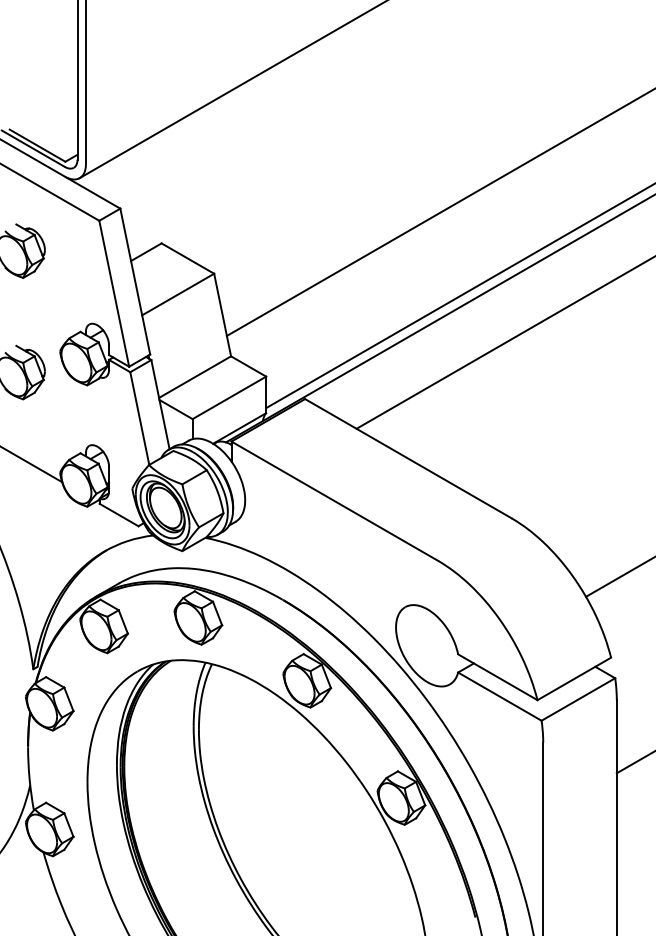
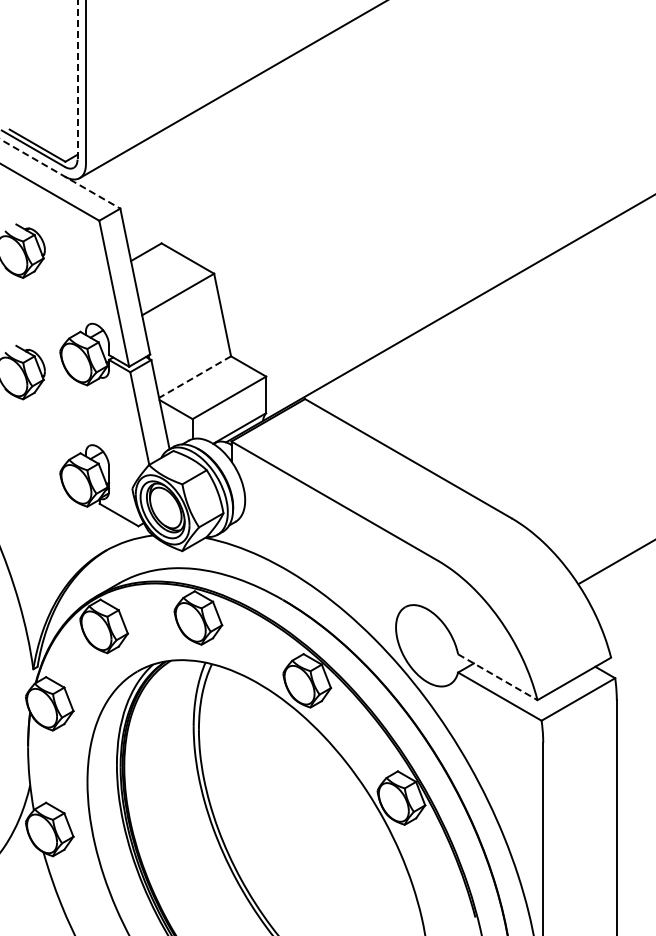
line at (77, 79): solid -> dashed
line at (60, 174): solid -> dashed
line at (439, 212): present -> none
line at (459, 296): present -> none
line at (504, 342): present -> none
line at (195, 377): solid -> dashed
line at (32, 464): present -> none
line at (619, 577) position: (619, 577) -> (615, 562)
line at (497, 677): solid -> dashed
line at (634, 762): present -> none
